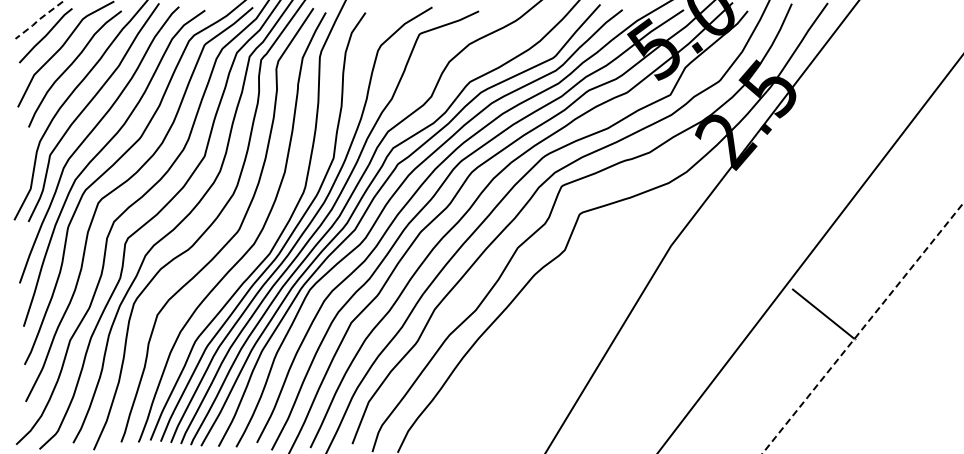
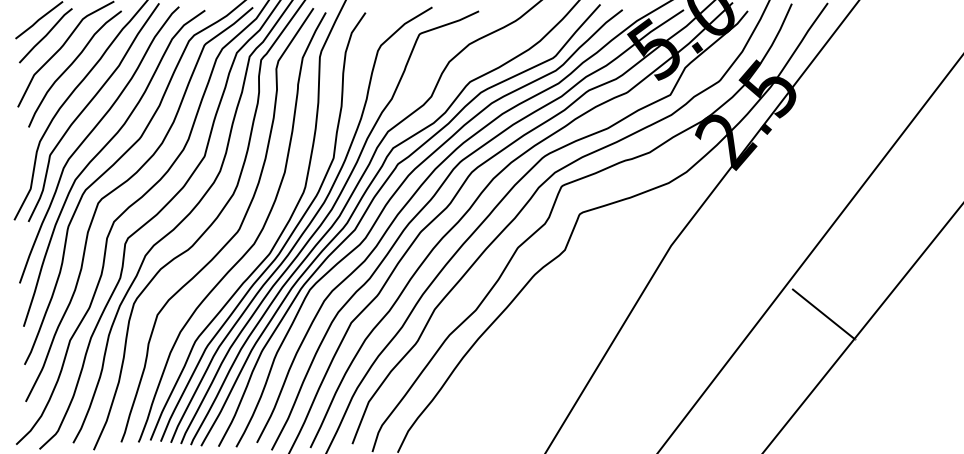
line at (38, 20): dashed -> solid
line at (863, 328): dashed -> solid
